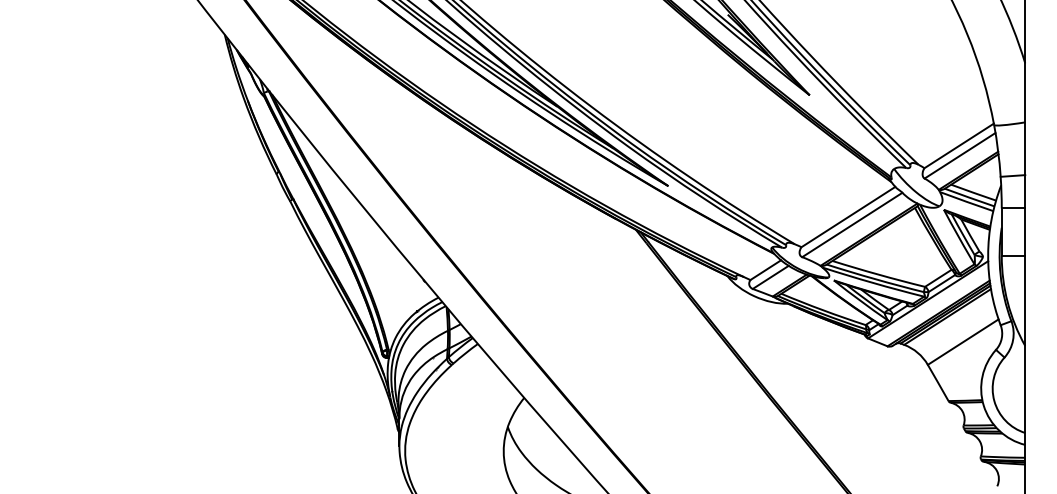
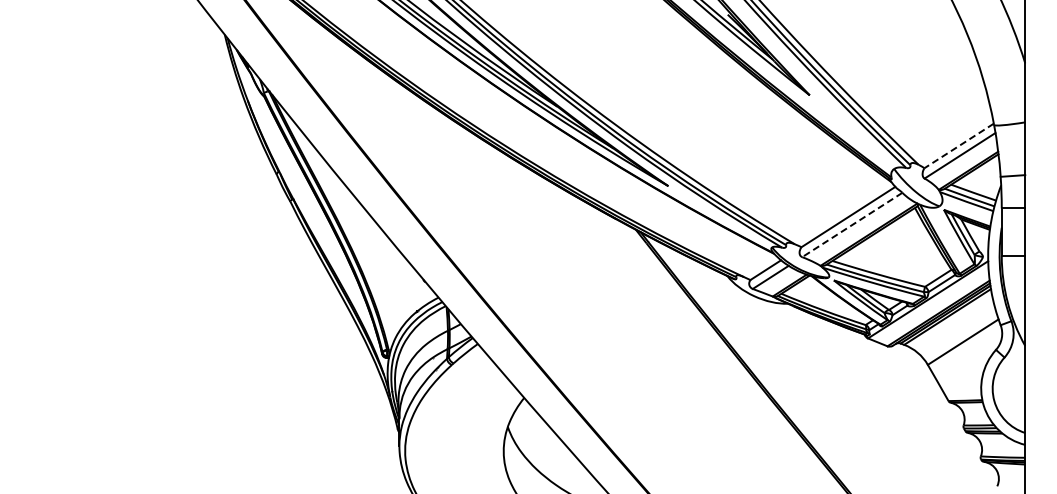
line at (958, 146): solid -> dashed
line at (852, 224): solid -> dashed
